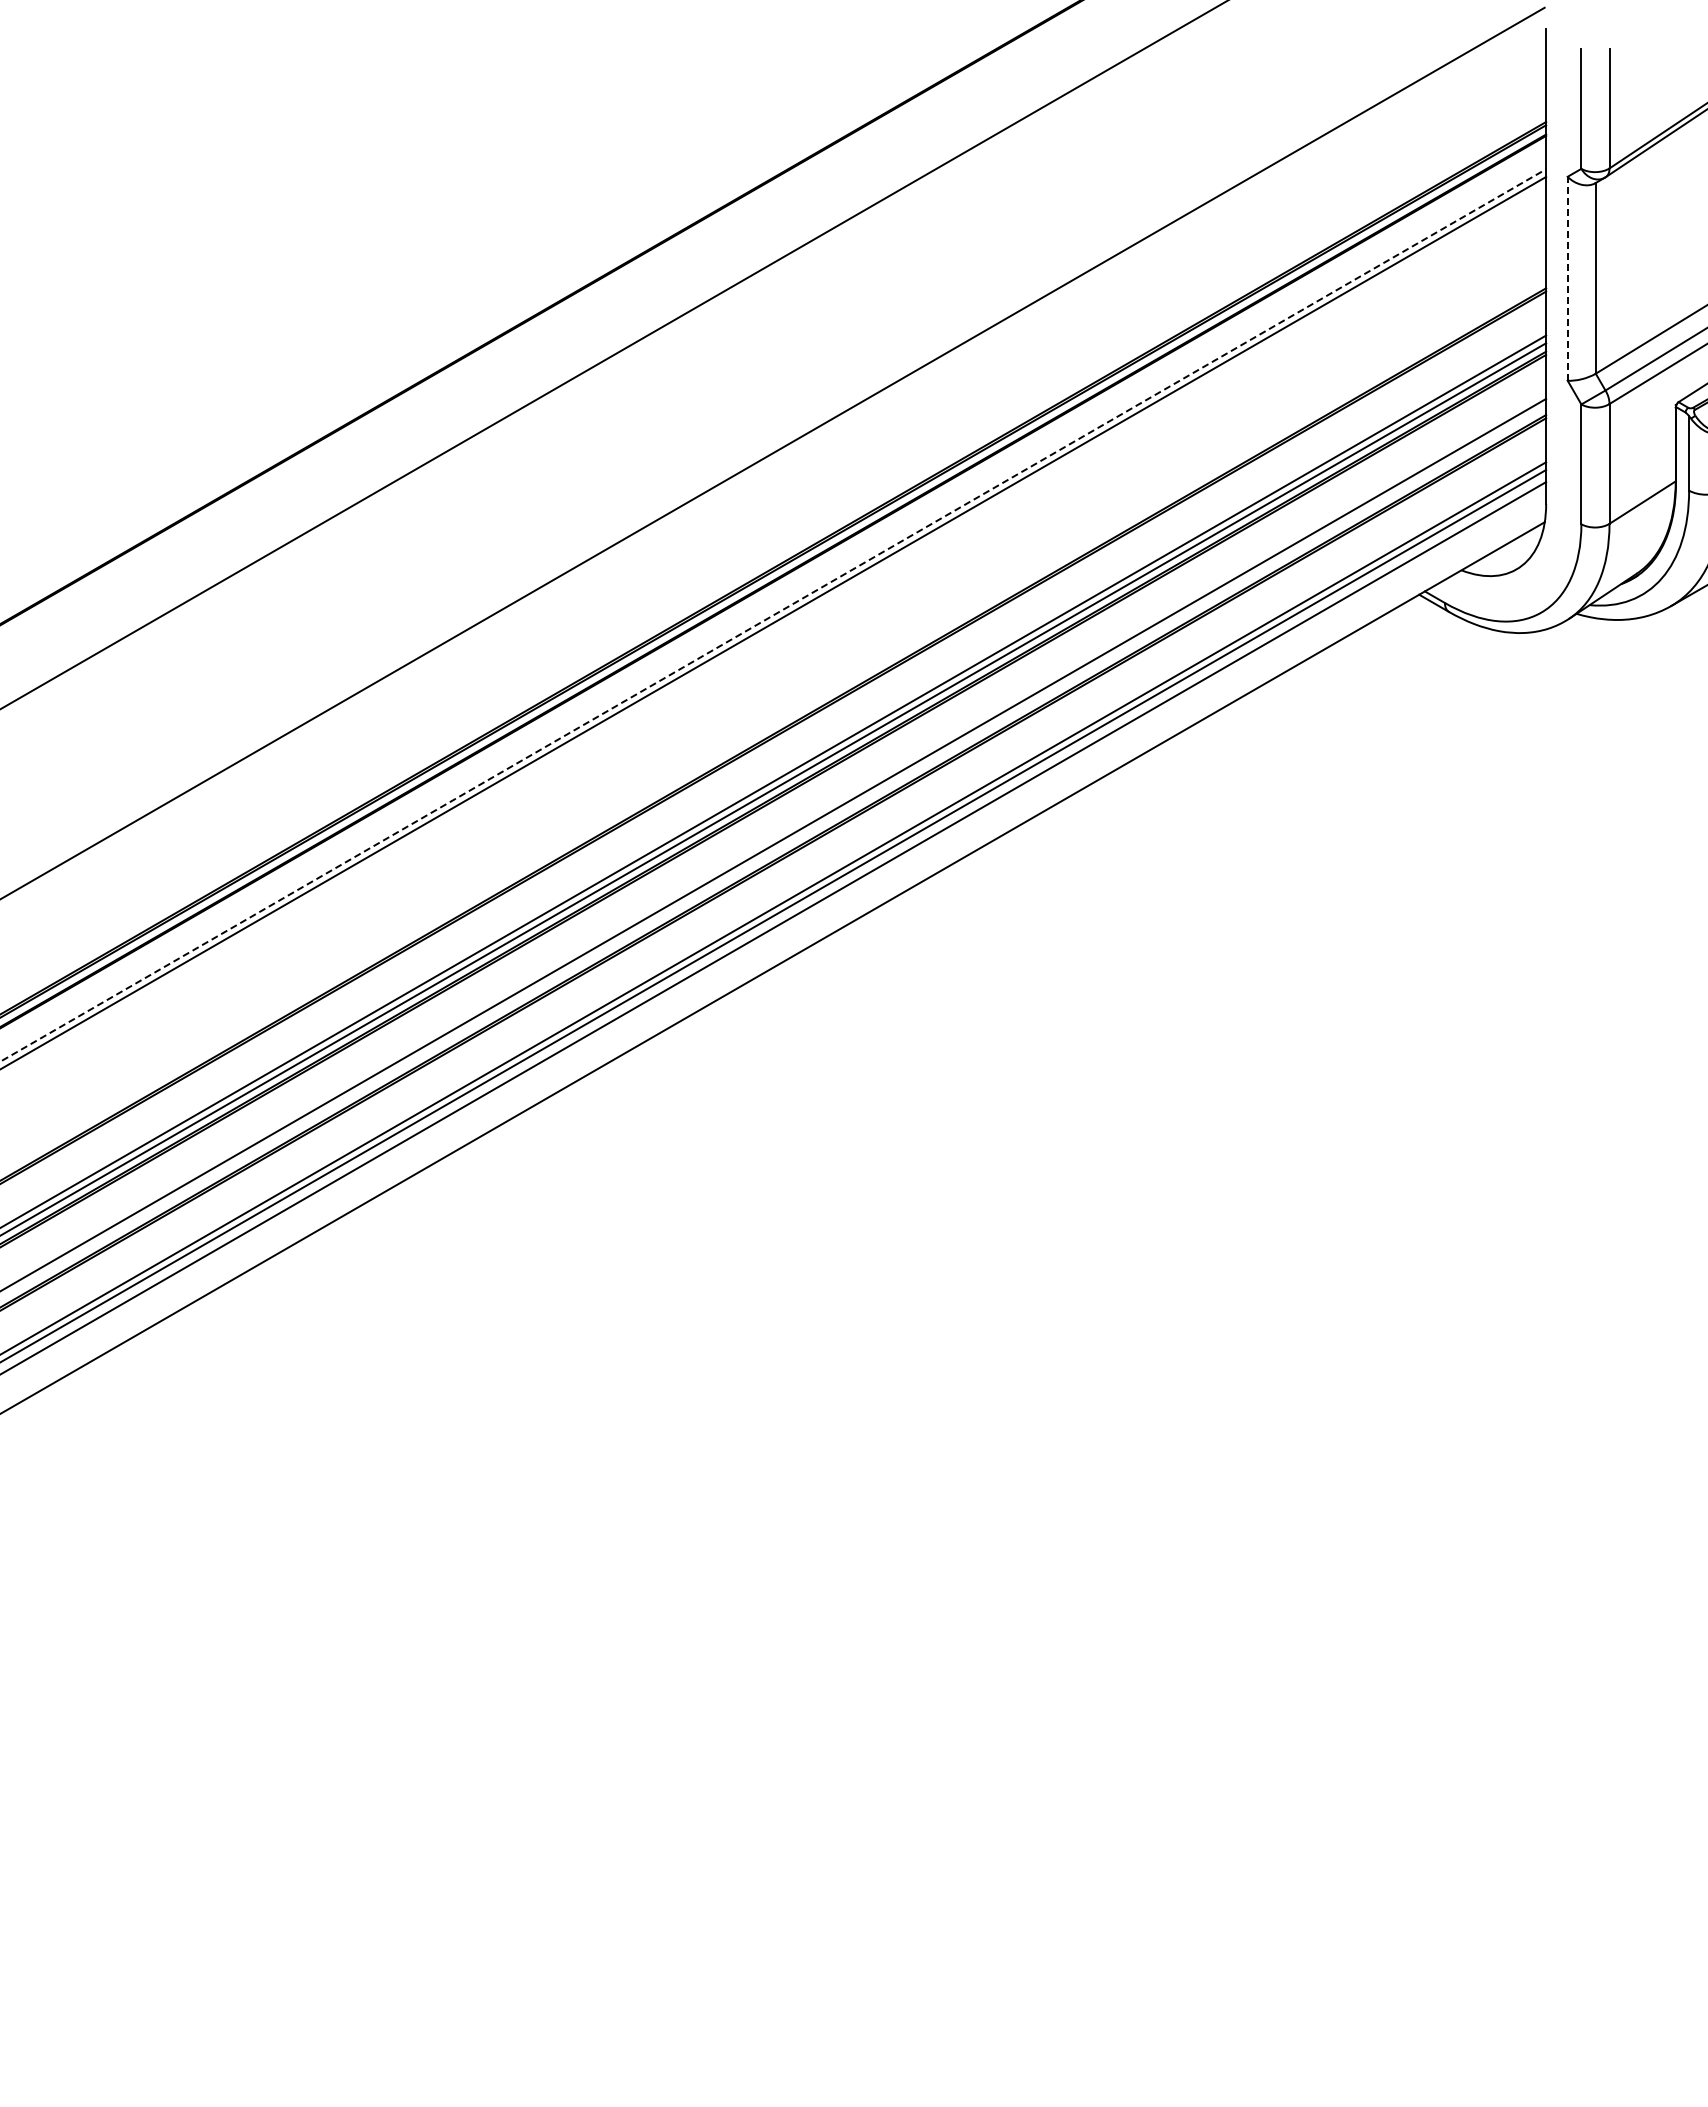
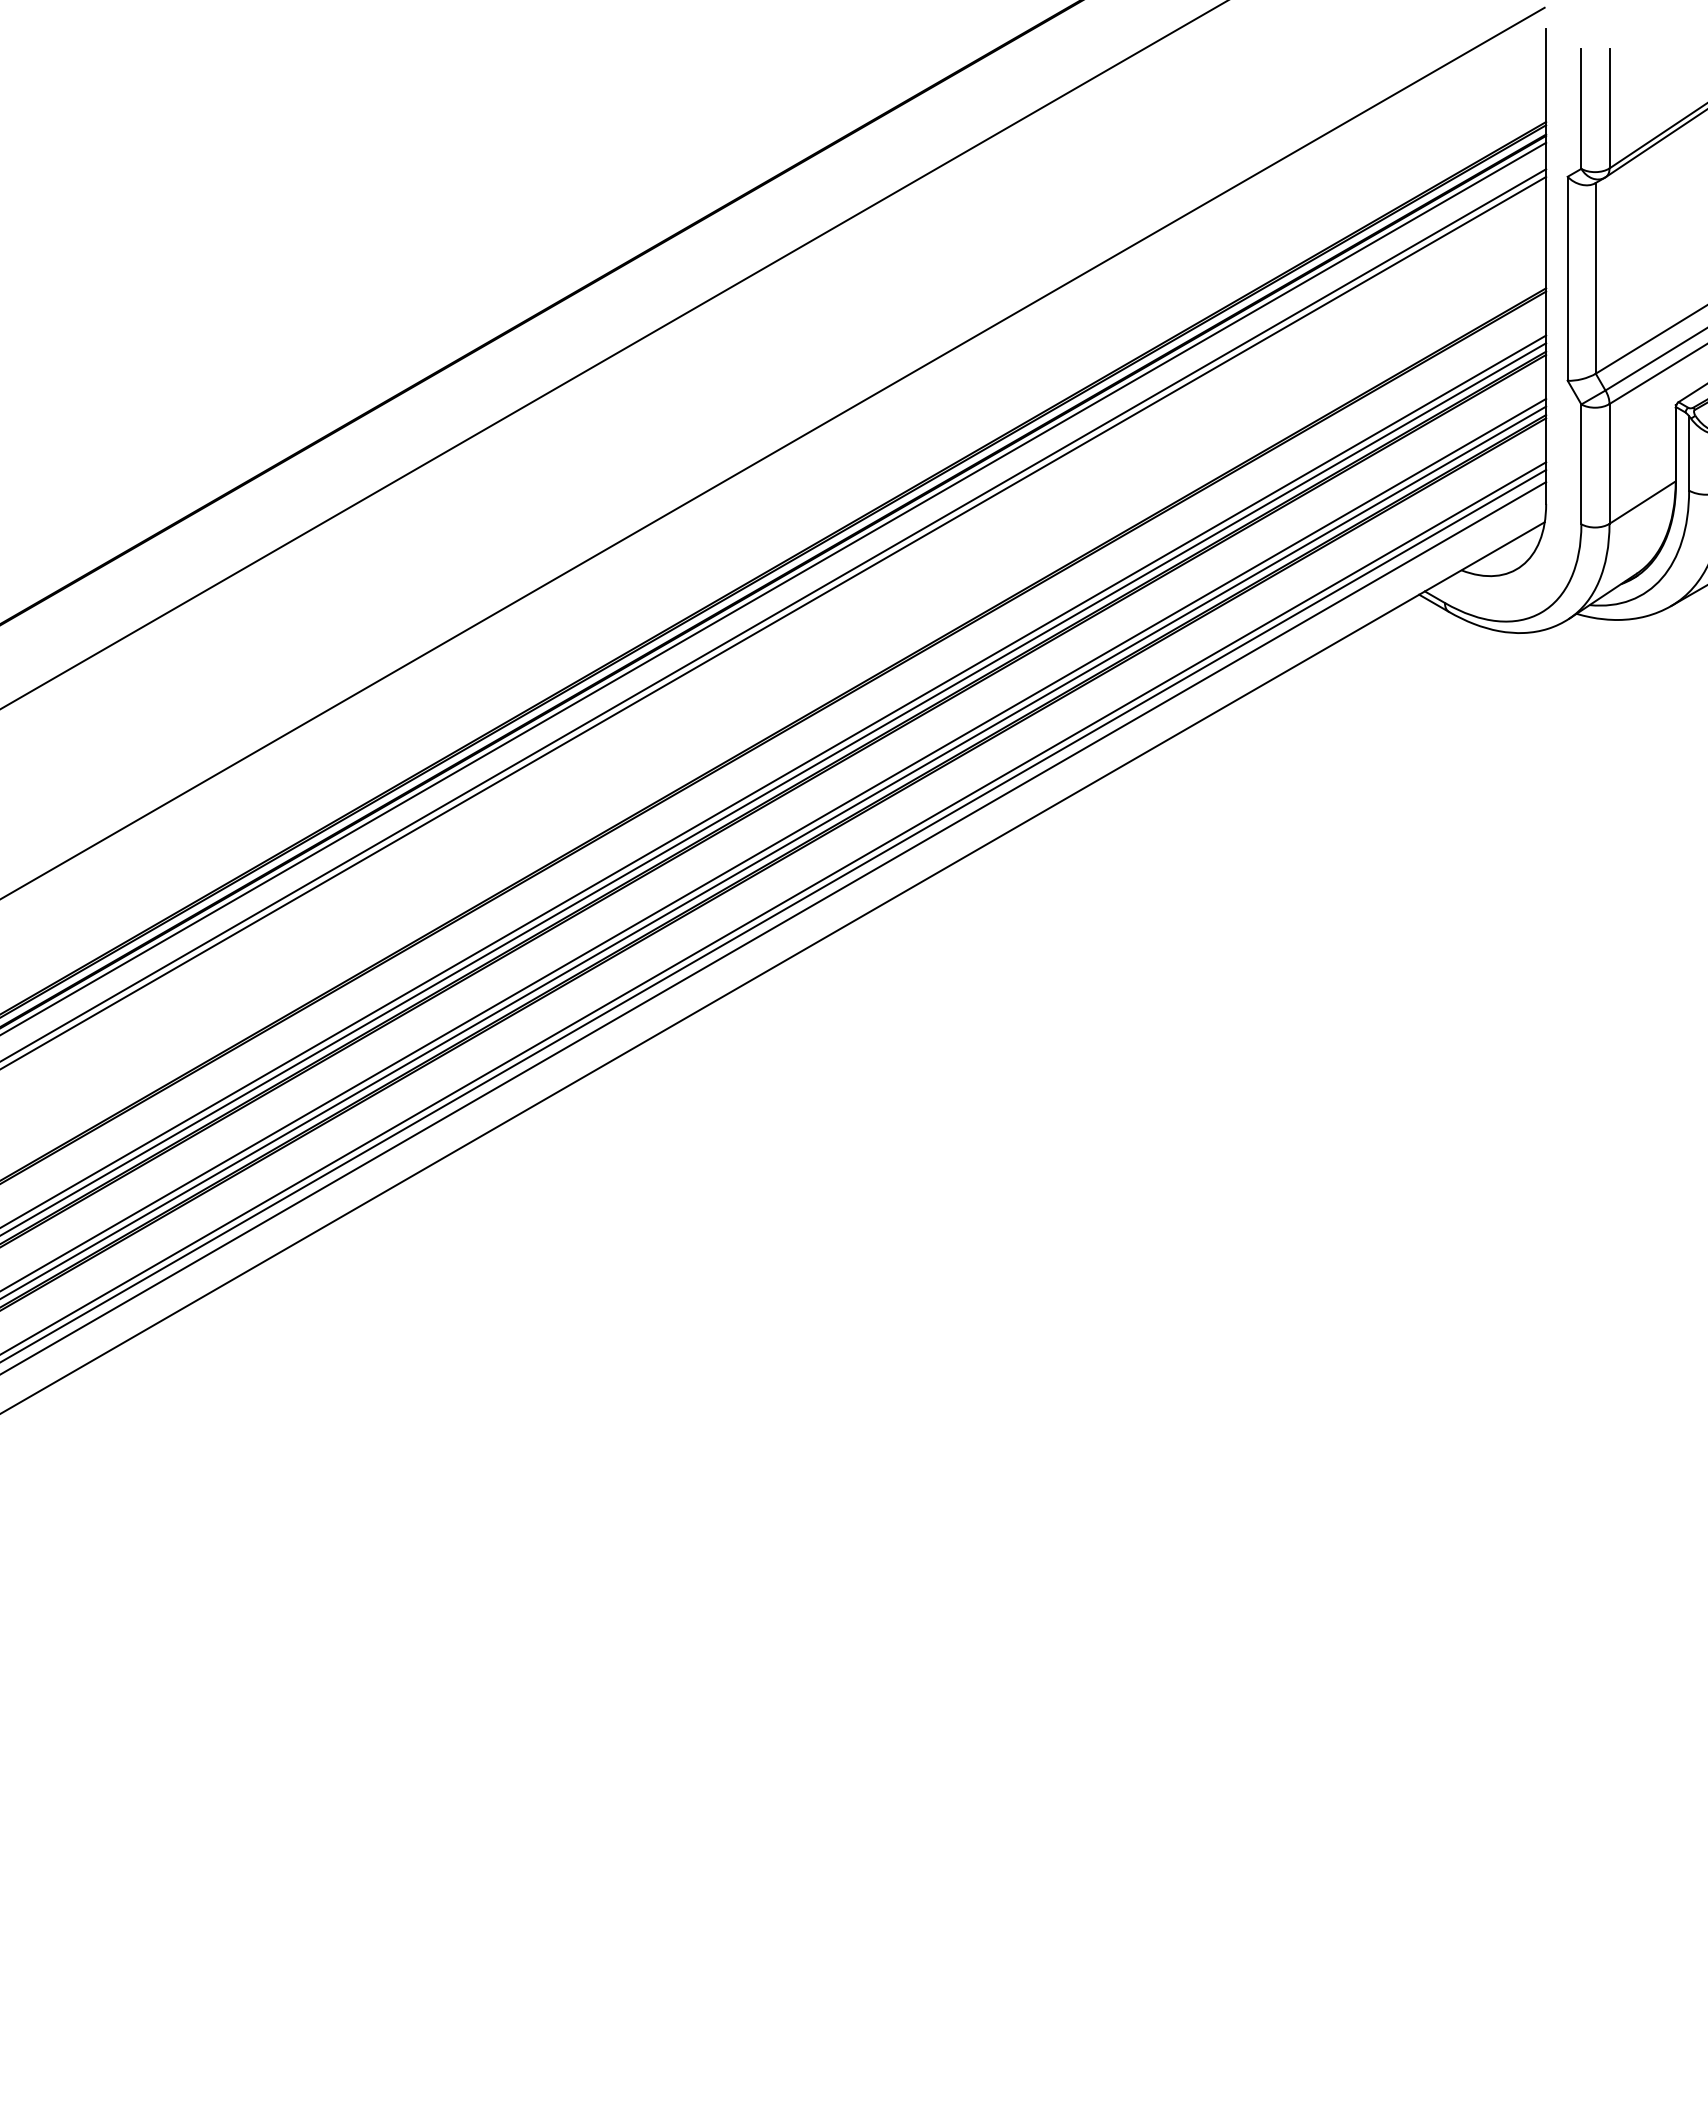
line at (1567, 278): dashed -> solid
line at (774, 587): none -> present
line at (773, 615): dashed -> solid
line at (774, 852): none -> present
